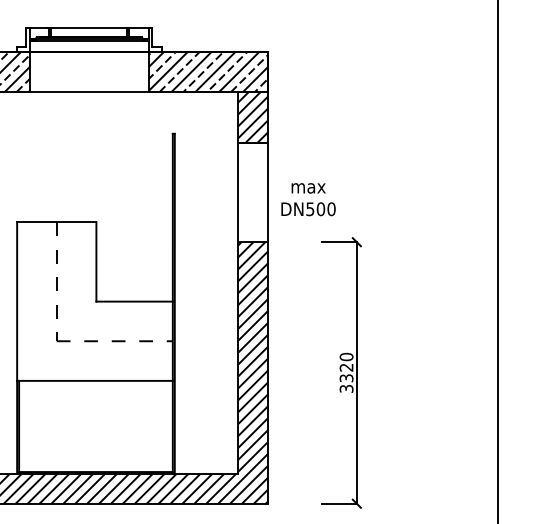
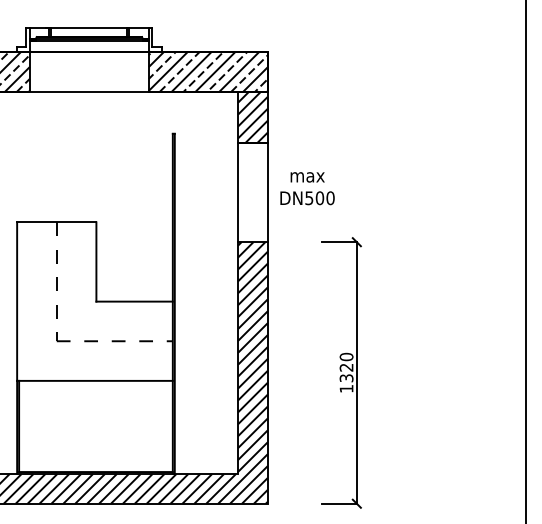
text at (308, 199) position: (308, 199) -> (307, 188)
line at (497, 261) position: (497, 261) -> (525, 261)
text at (346, 388): 3320 -> 1320
